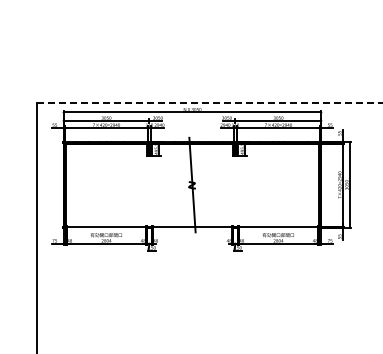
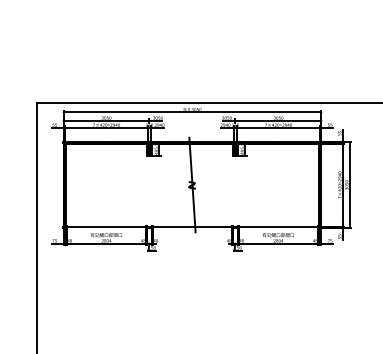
line at (210, 102): dashed -> solid
